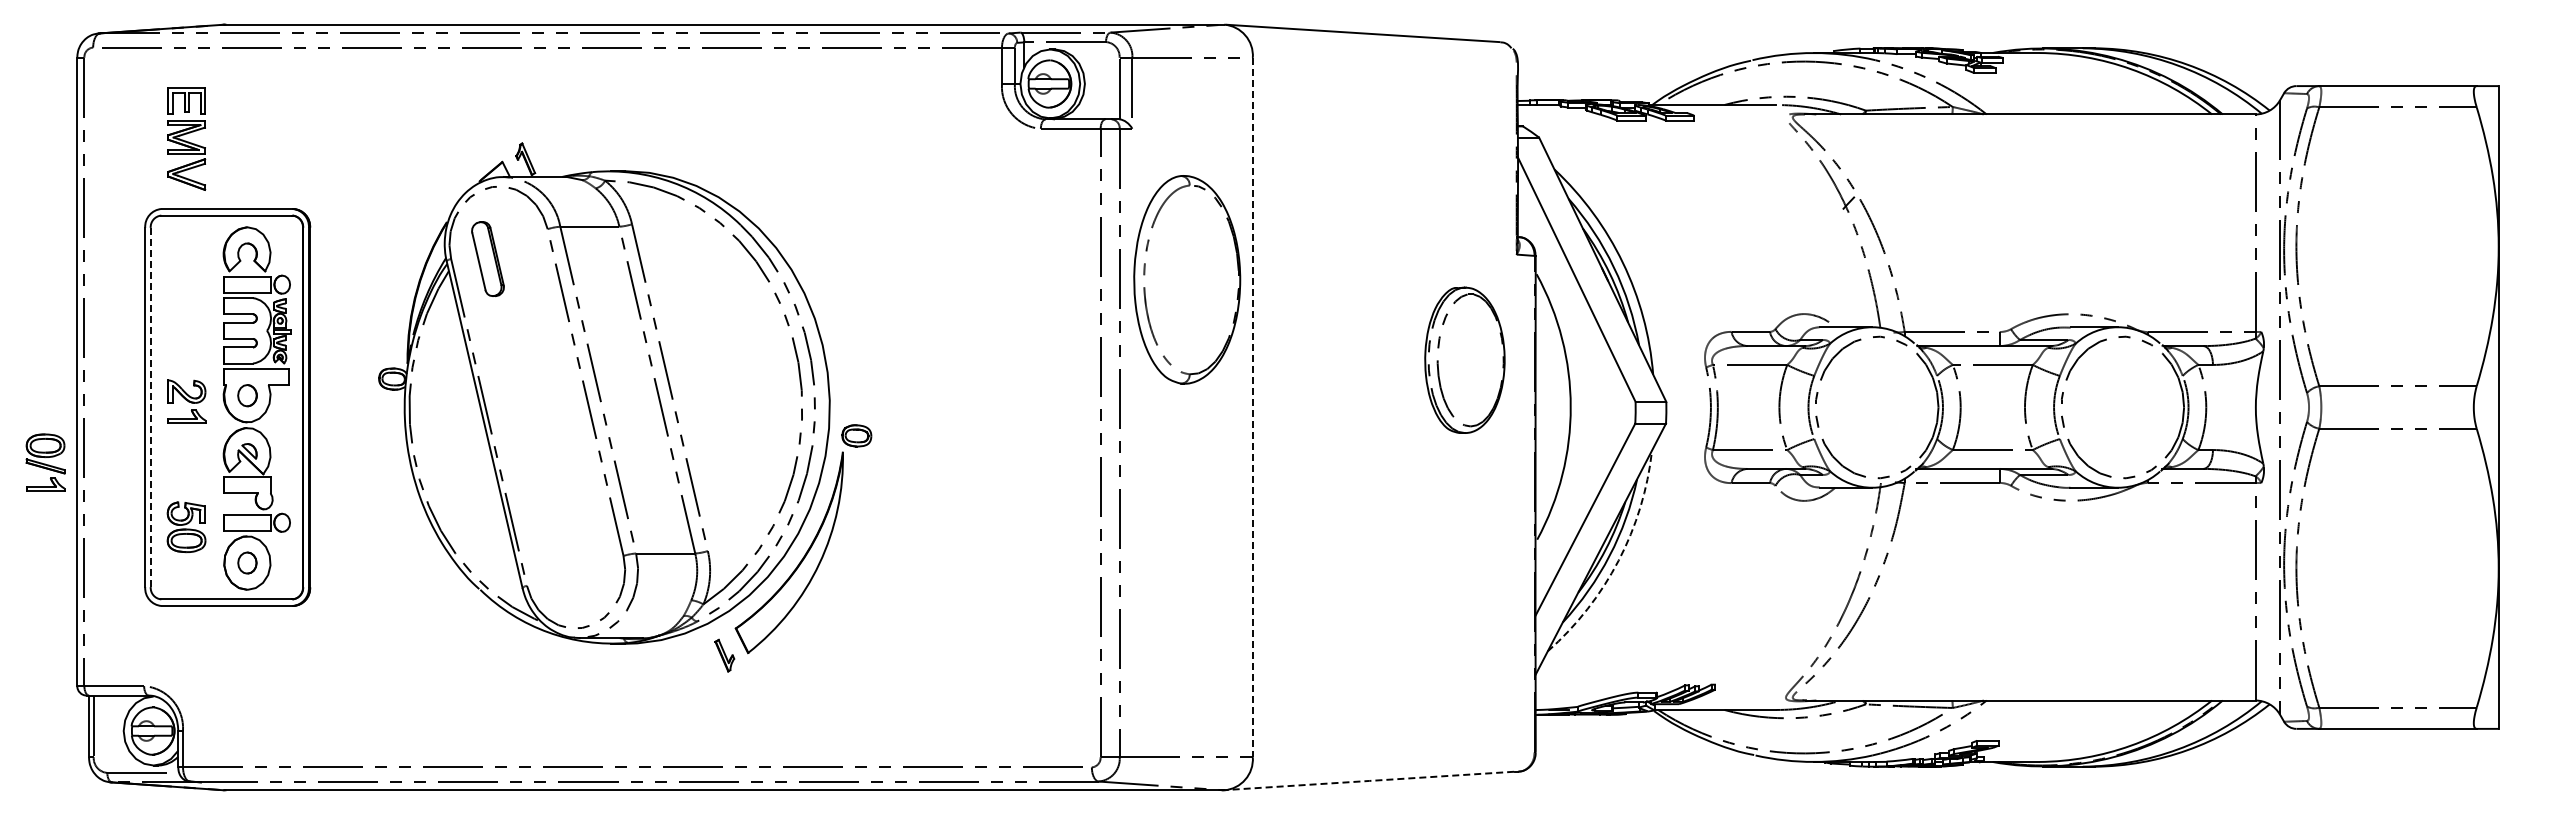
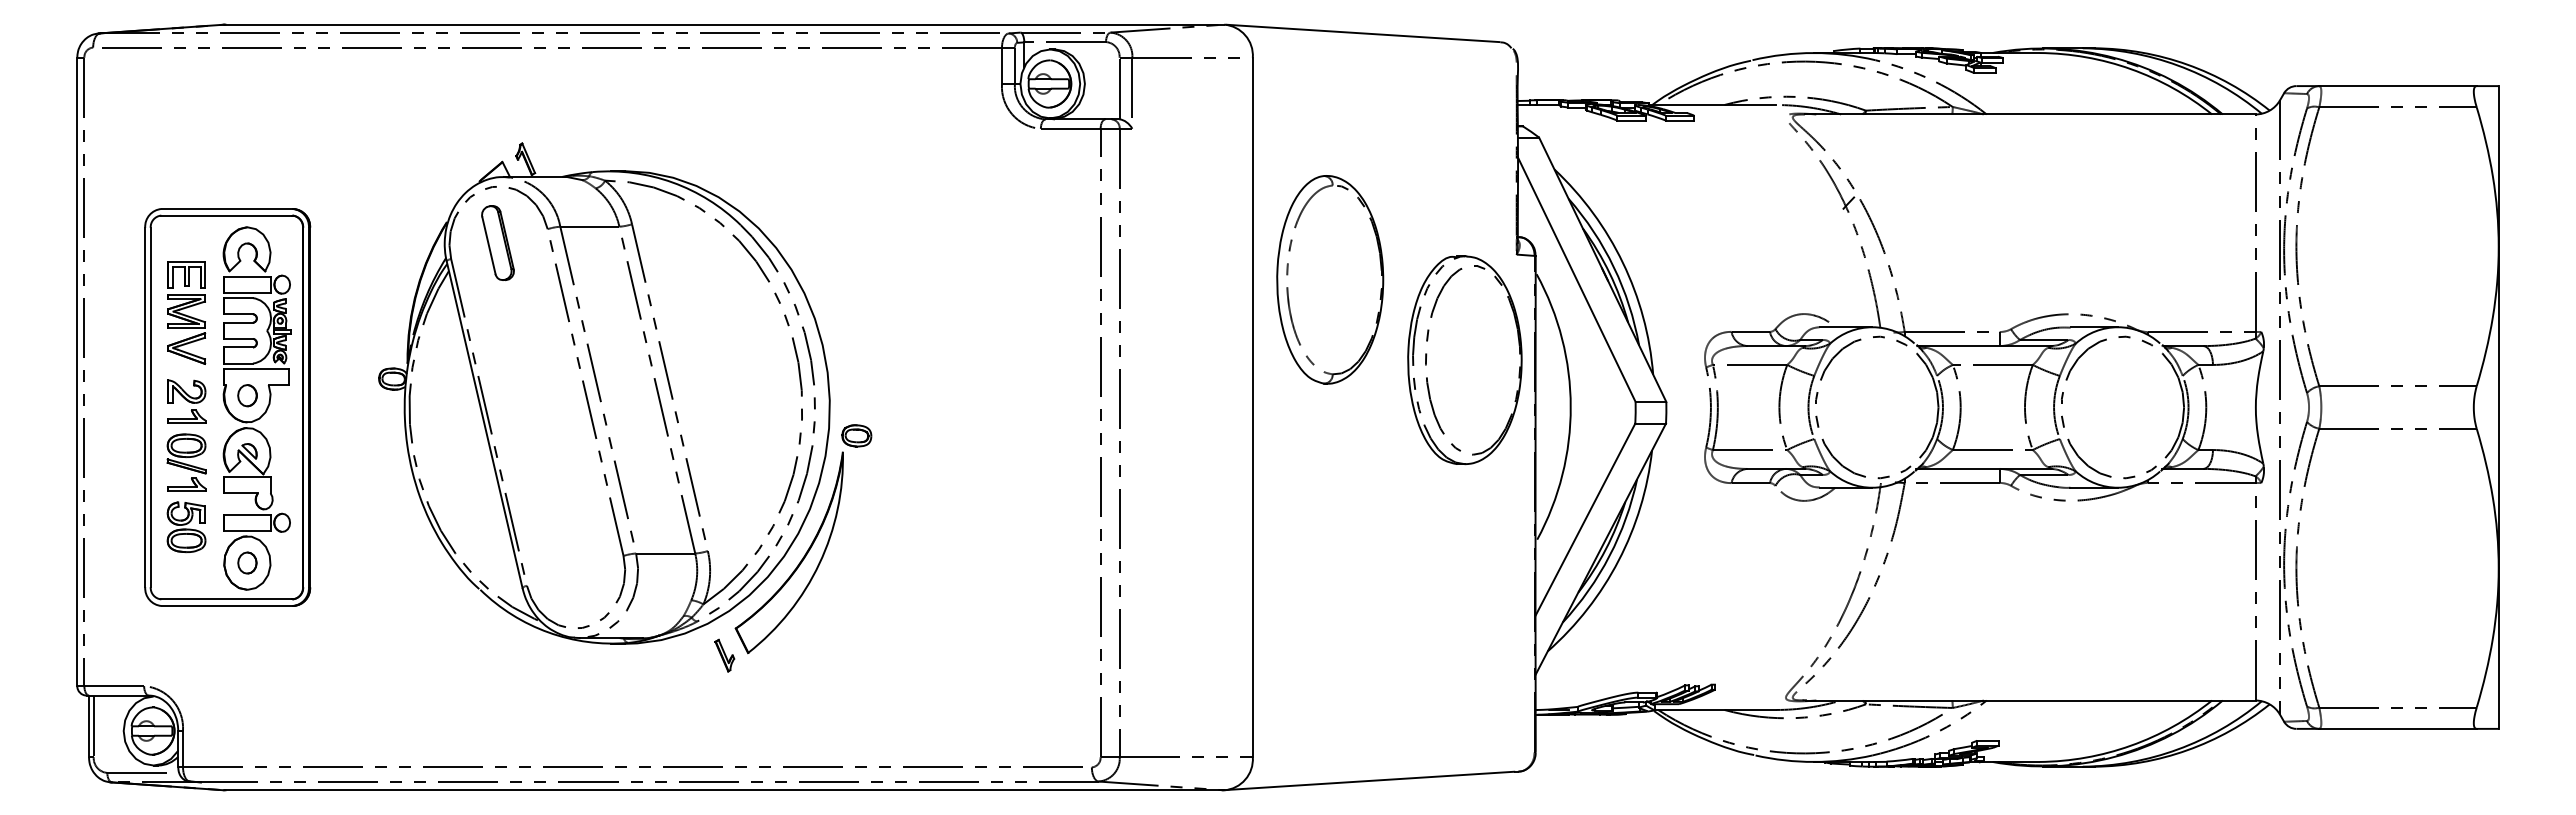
part at (186, 138) position: (186, 138) -> (186, 312)
part at (487, 259) position: (487, 259) -> (497, 243)
part at (1187, 279) position: (1187, 279) -> (1330, 279)
part at (1464, 359) size: 82x148 px -> 116x211 px
line at (150, 407): dashed -> solid
line at (1252, 407): dashed -> solid
part at (45, 462) position: (45, 462) -> (186, 462)
arc at (1618, 560): dashed -> solid
line at (1369, 780): dashed -> solid
